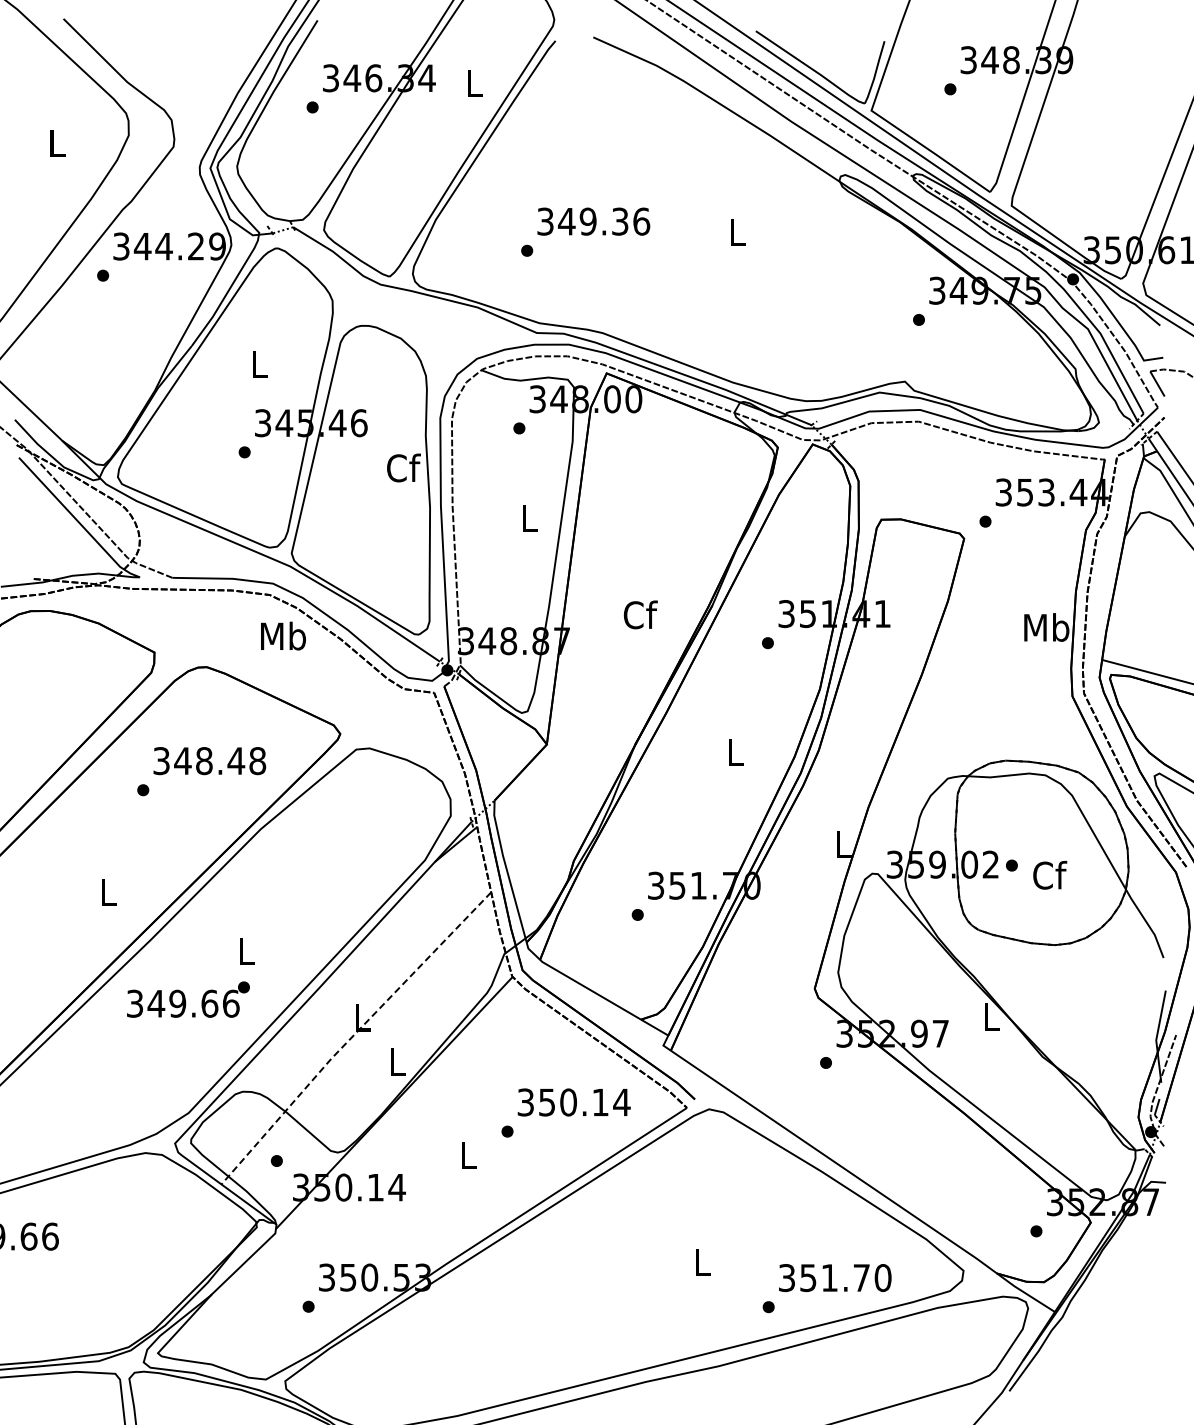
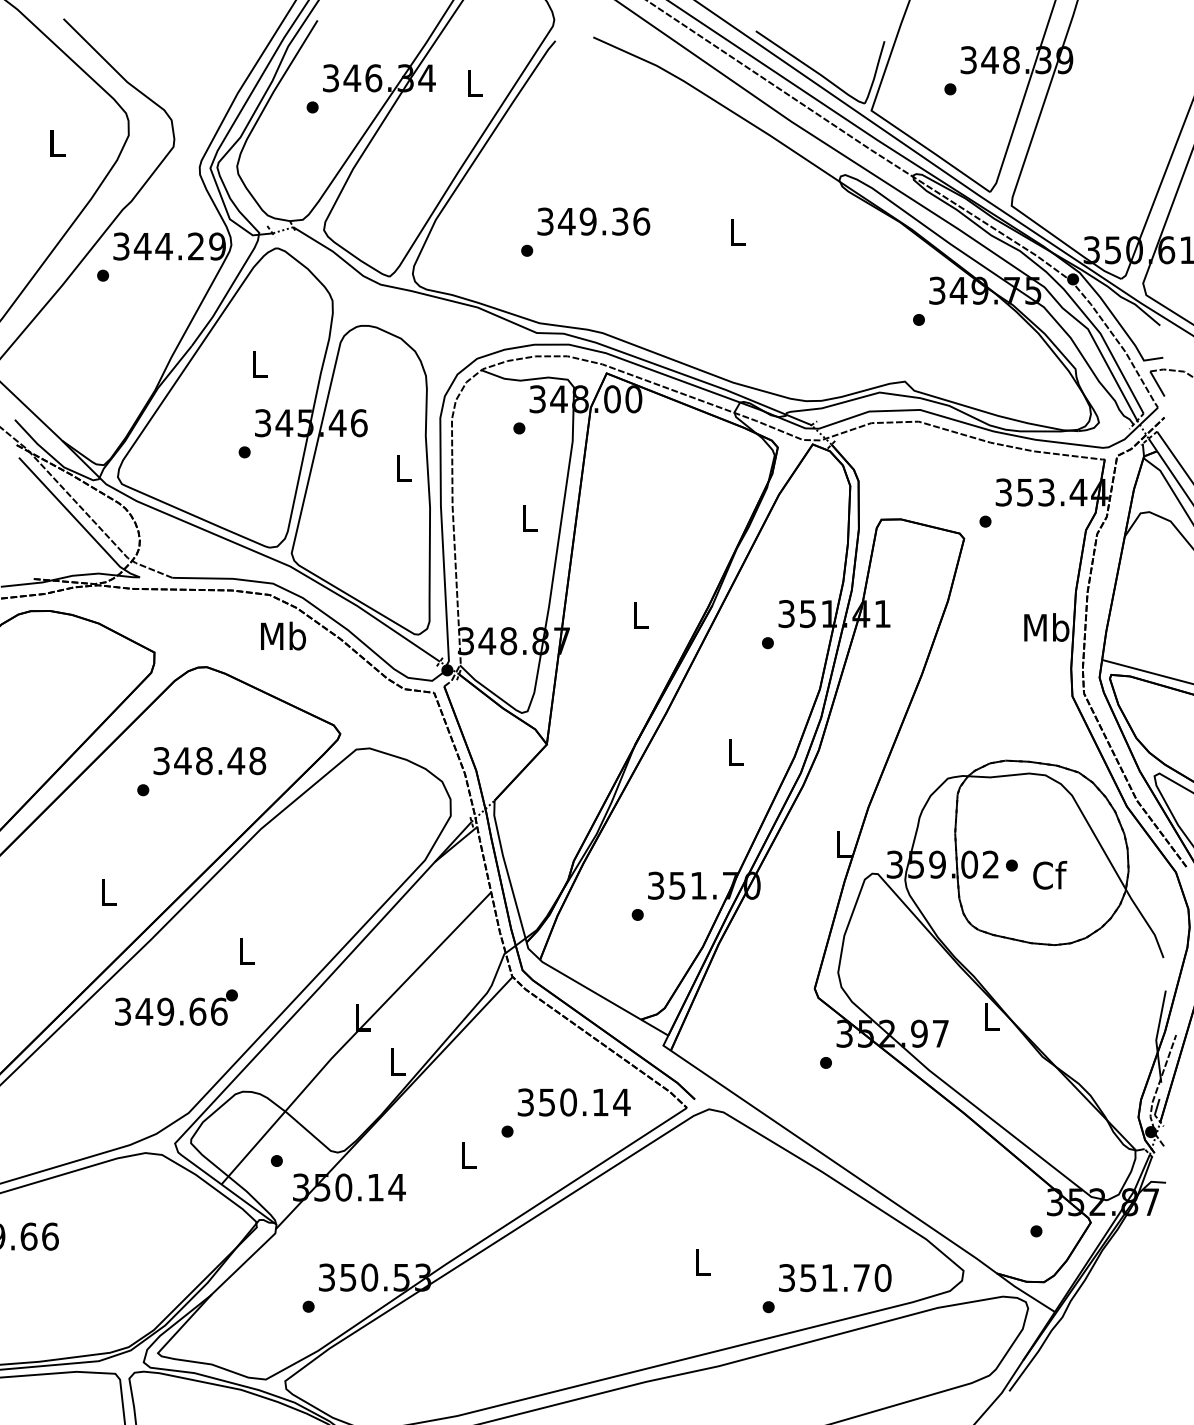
text at (403, 467): Cf -> L
text at (640, 614): Cf -> L
text at (188, 999) position: (188, 999) -> (176, 1007)
line at (352, 1036): dashed -> solid
